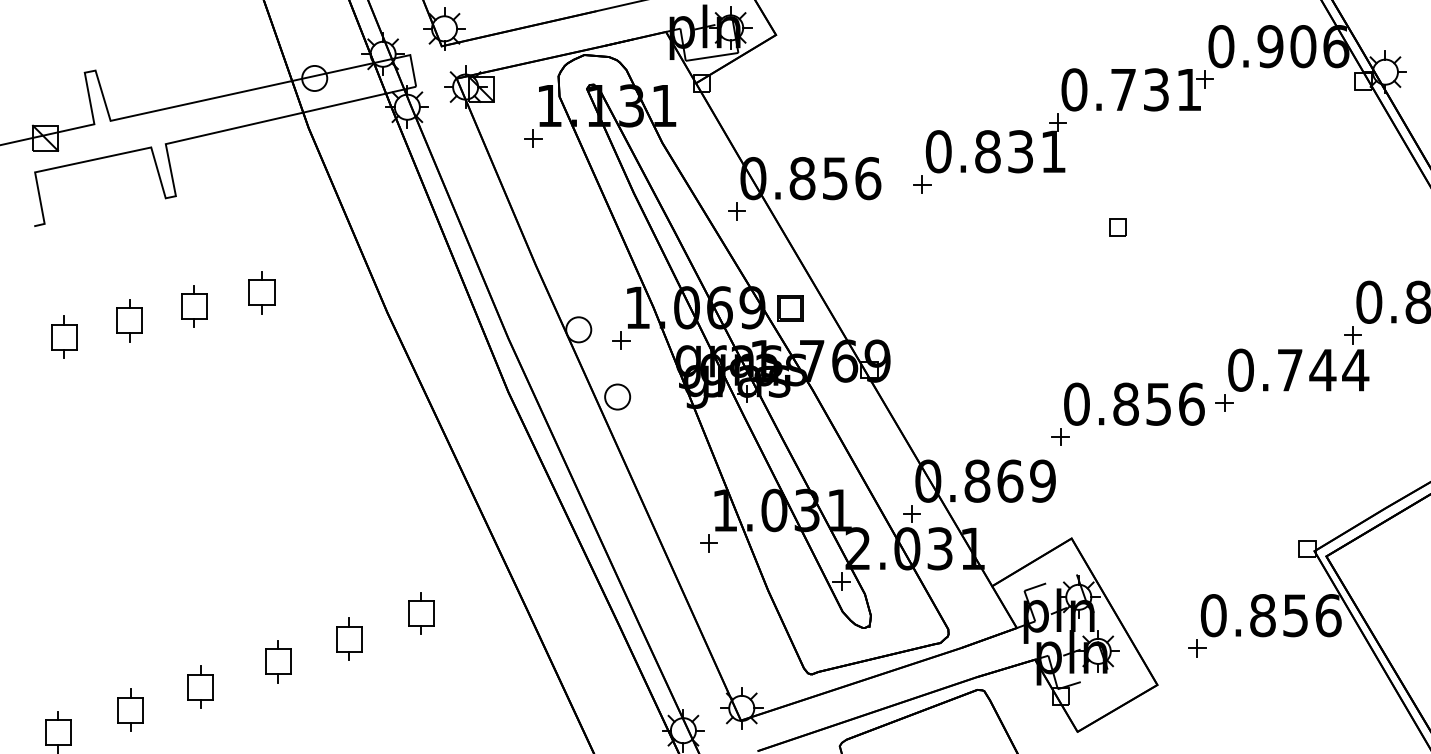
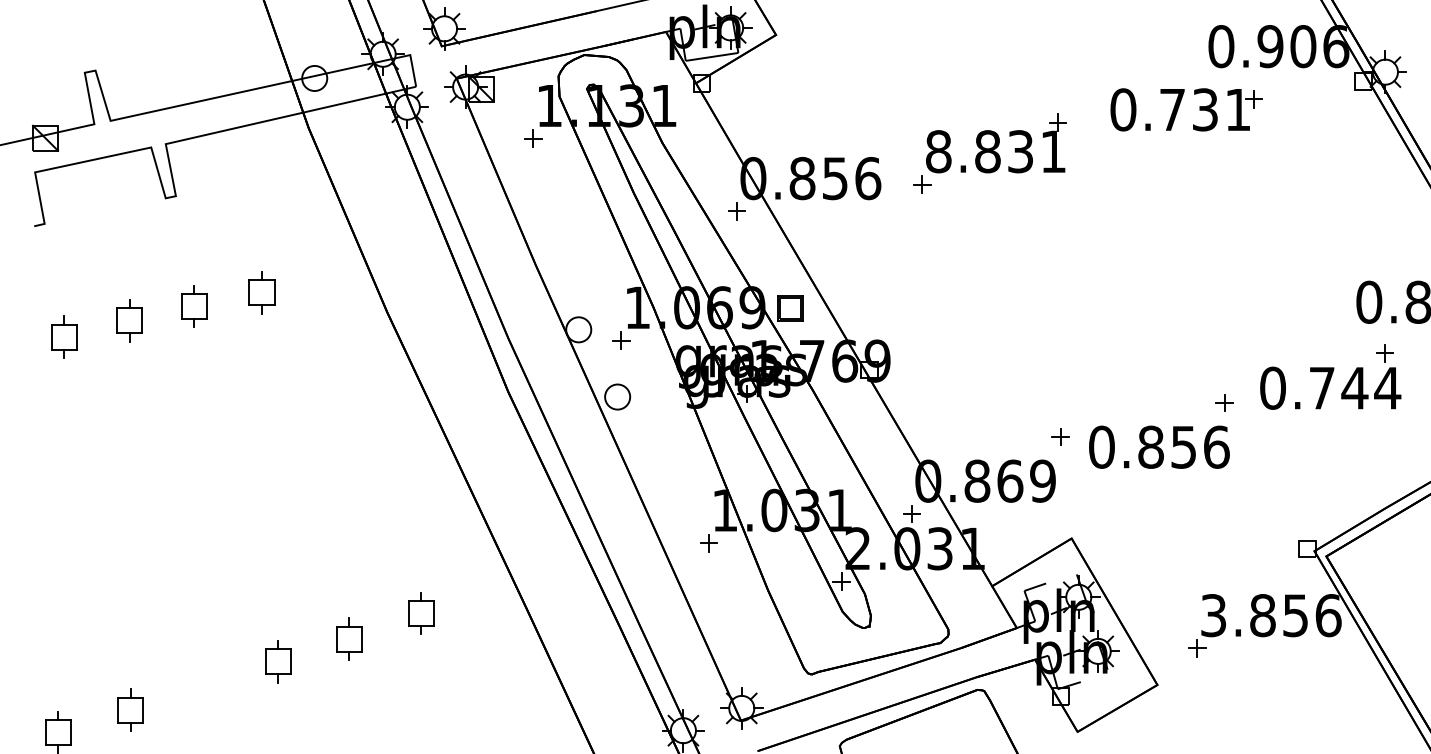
part at (1130, 86) position: (1130, 86) -> (1179, 106)
text at (938, 151): 0.831 -> 8.831
part at (1117, 227): present -> none
part at (1298, 358) position: (1298, 358) -> (1330, 376)
text at (1134, 403) position: (1134, 403) -> (1159, 446)
text at (1213, 615): 0.856 -> 3.856
part at (200, 686): present -> none
